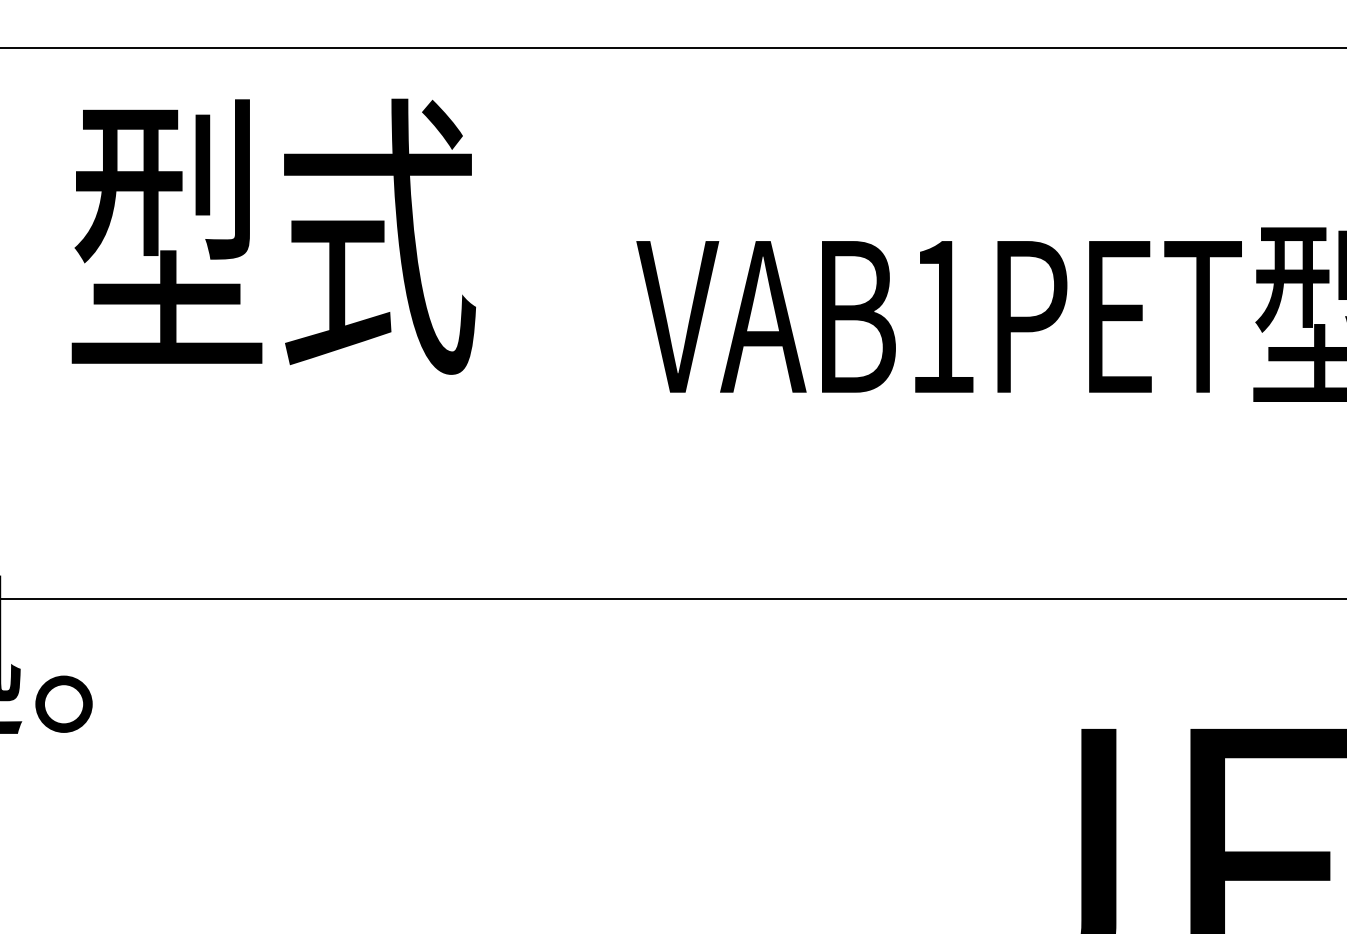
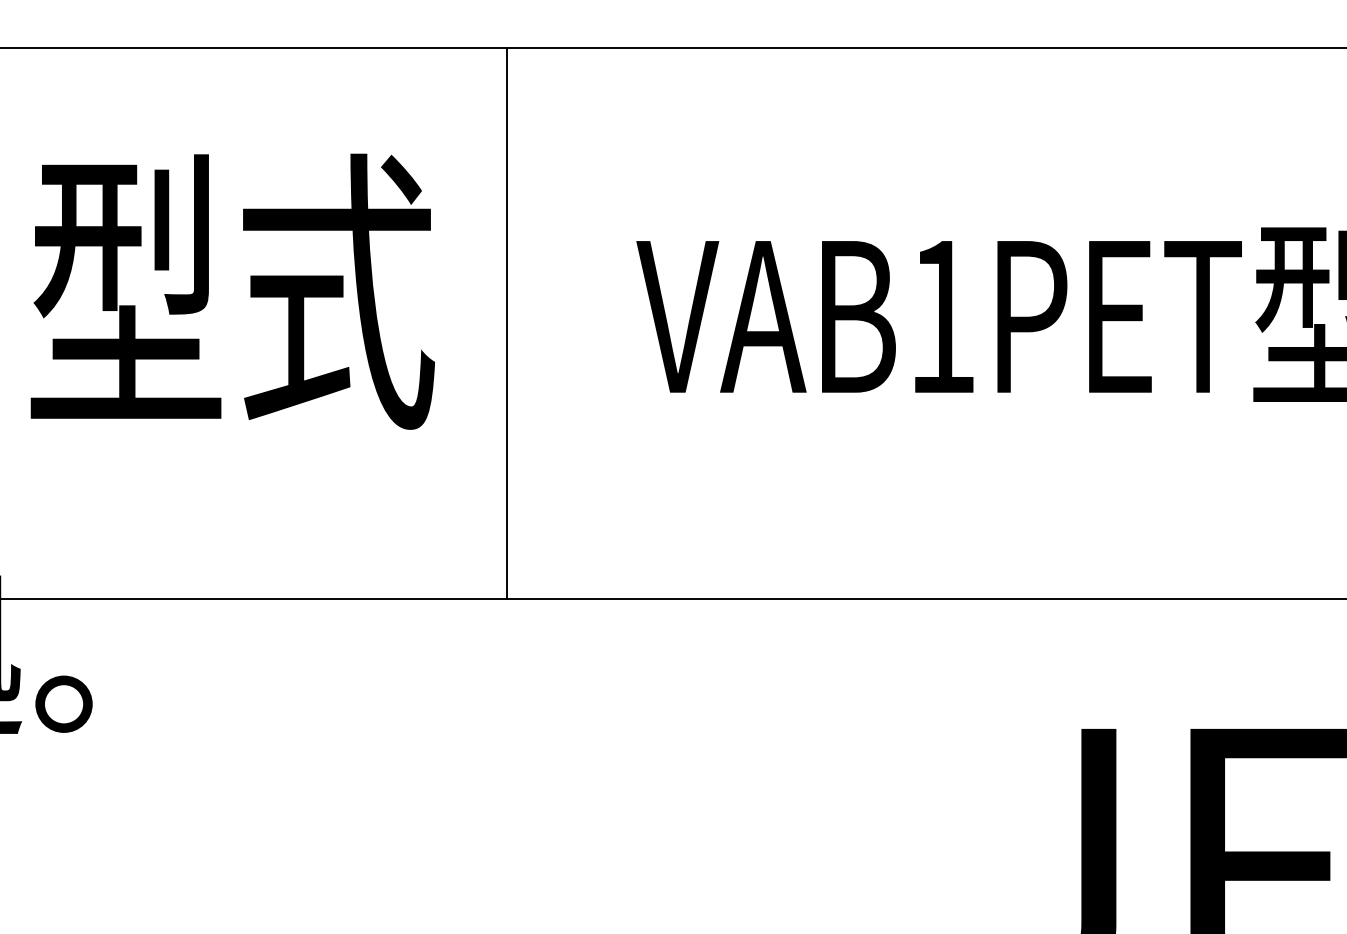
text at (273, 236) position: (273, 236) -> (232, 291)
line at (507, 323): none -> present
